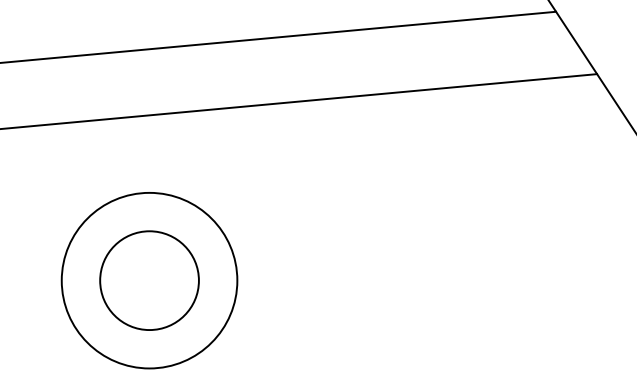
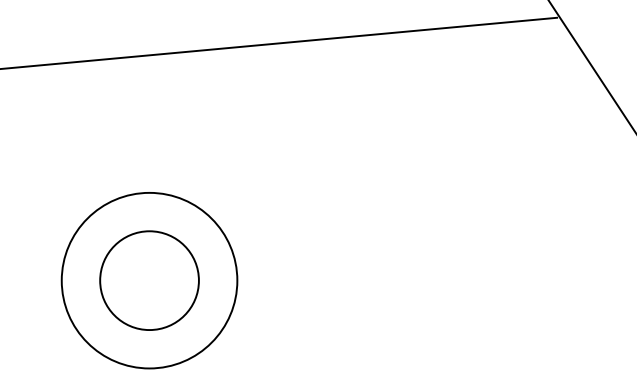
line at (279, 36) position: (279, 36) -> (279, 42)
line at (299, 101): present -> none
